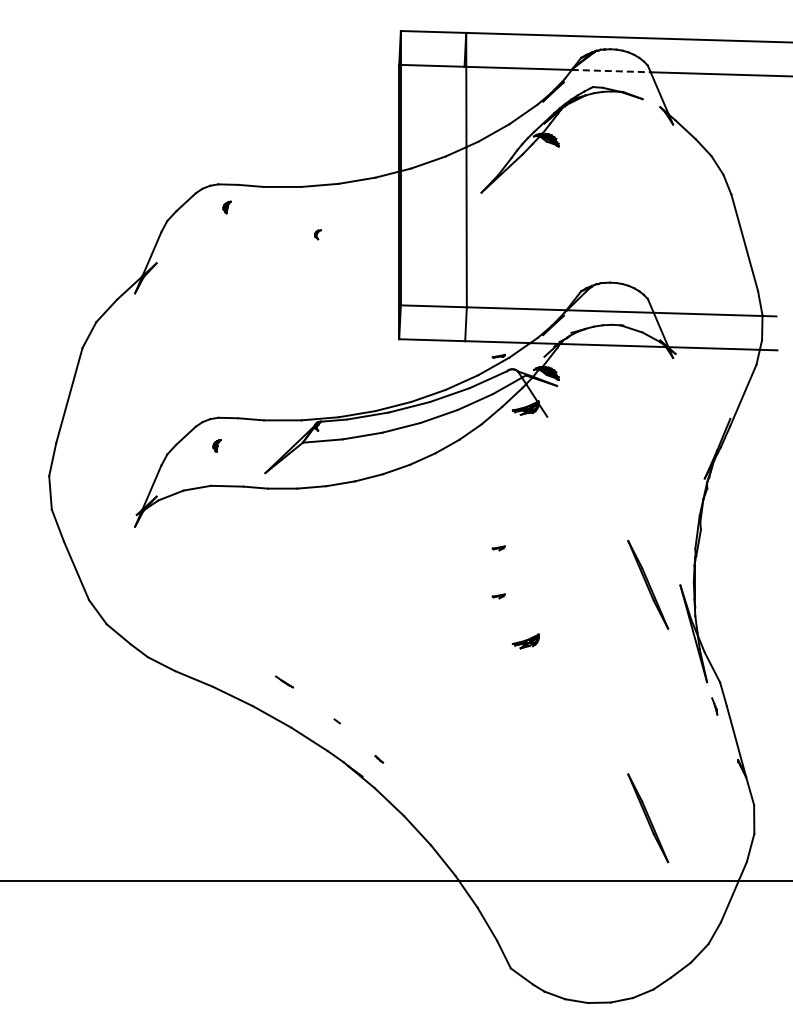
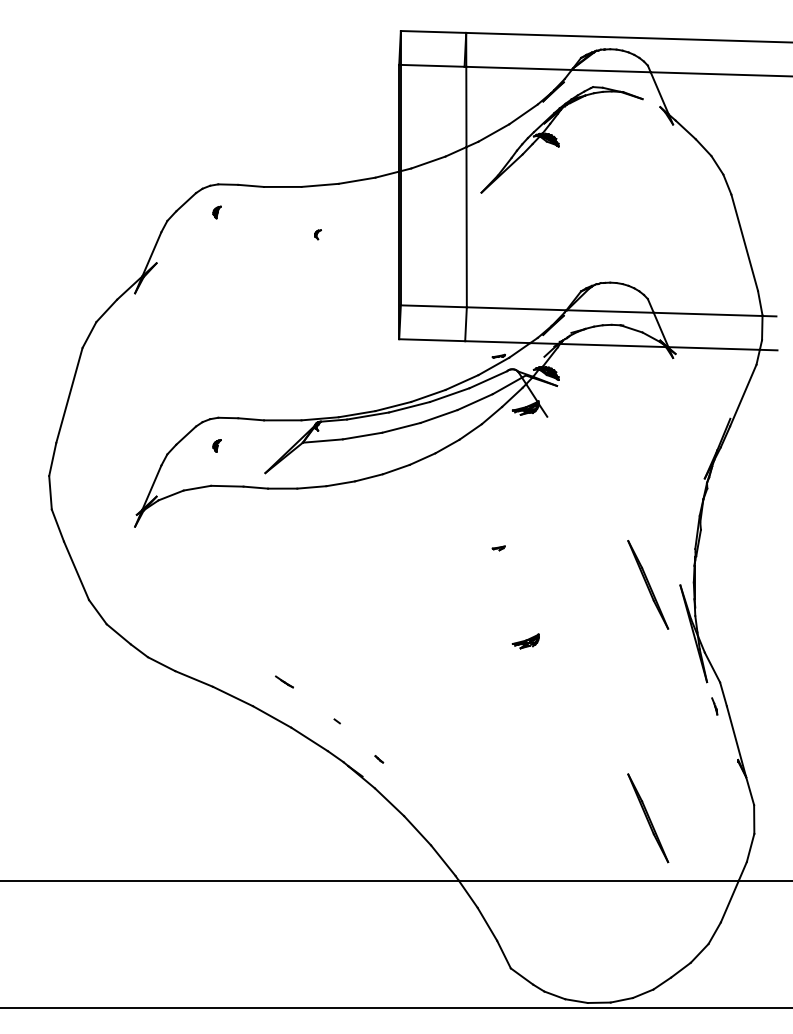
line at (611, 71): dashed -> solid
part at (226, 207) position: (226, 207) -> (216, 212)
part at (498, 596): present -> none
line at (395, 1007): none -> present
